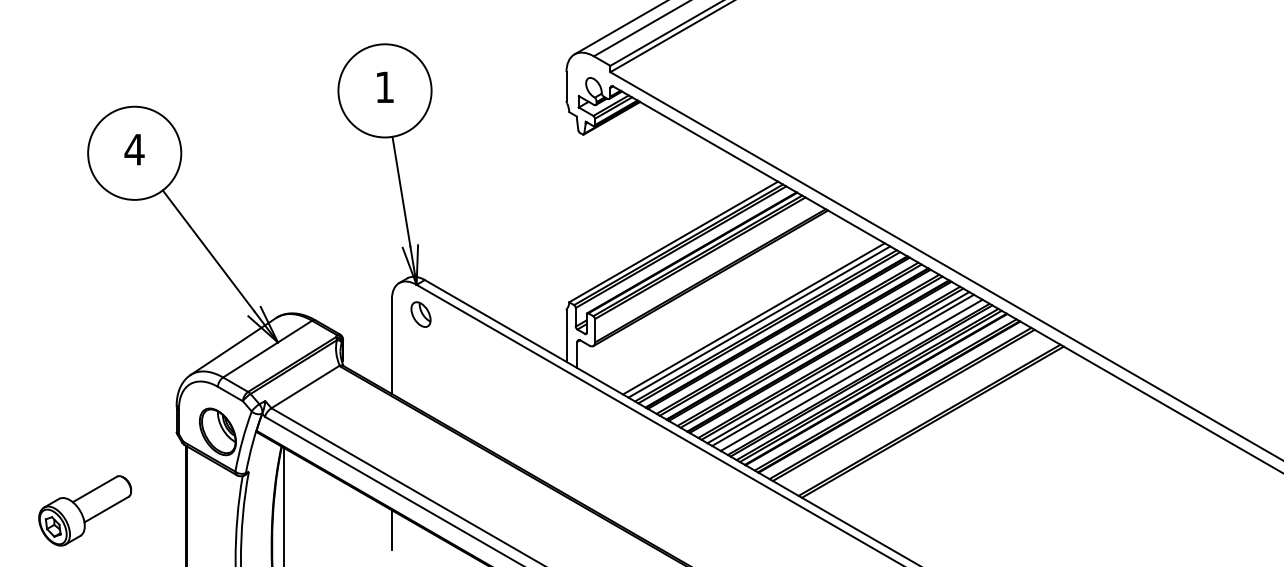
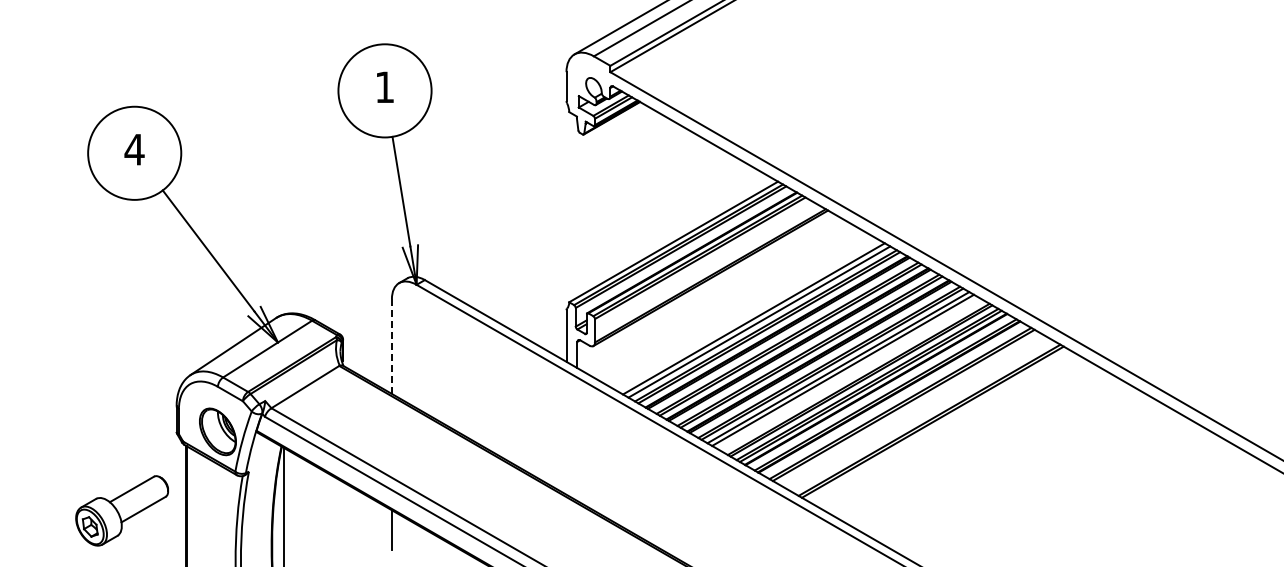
part at (420, 314): present -> none
line at (391, 347): solid -> dashed
line at (851, 374): present -> none
part at (84, 510) position: (84, 510) -> (121, 510)
